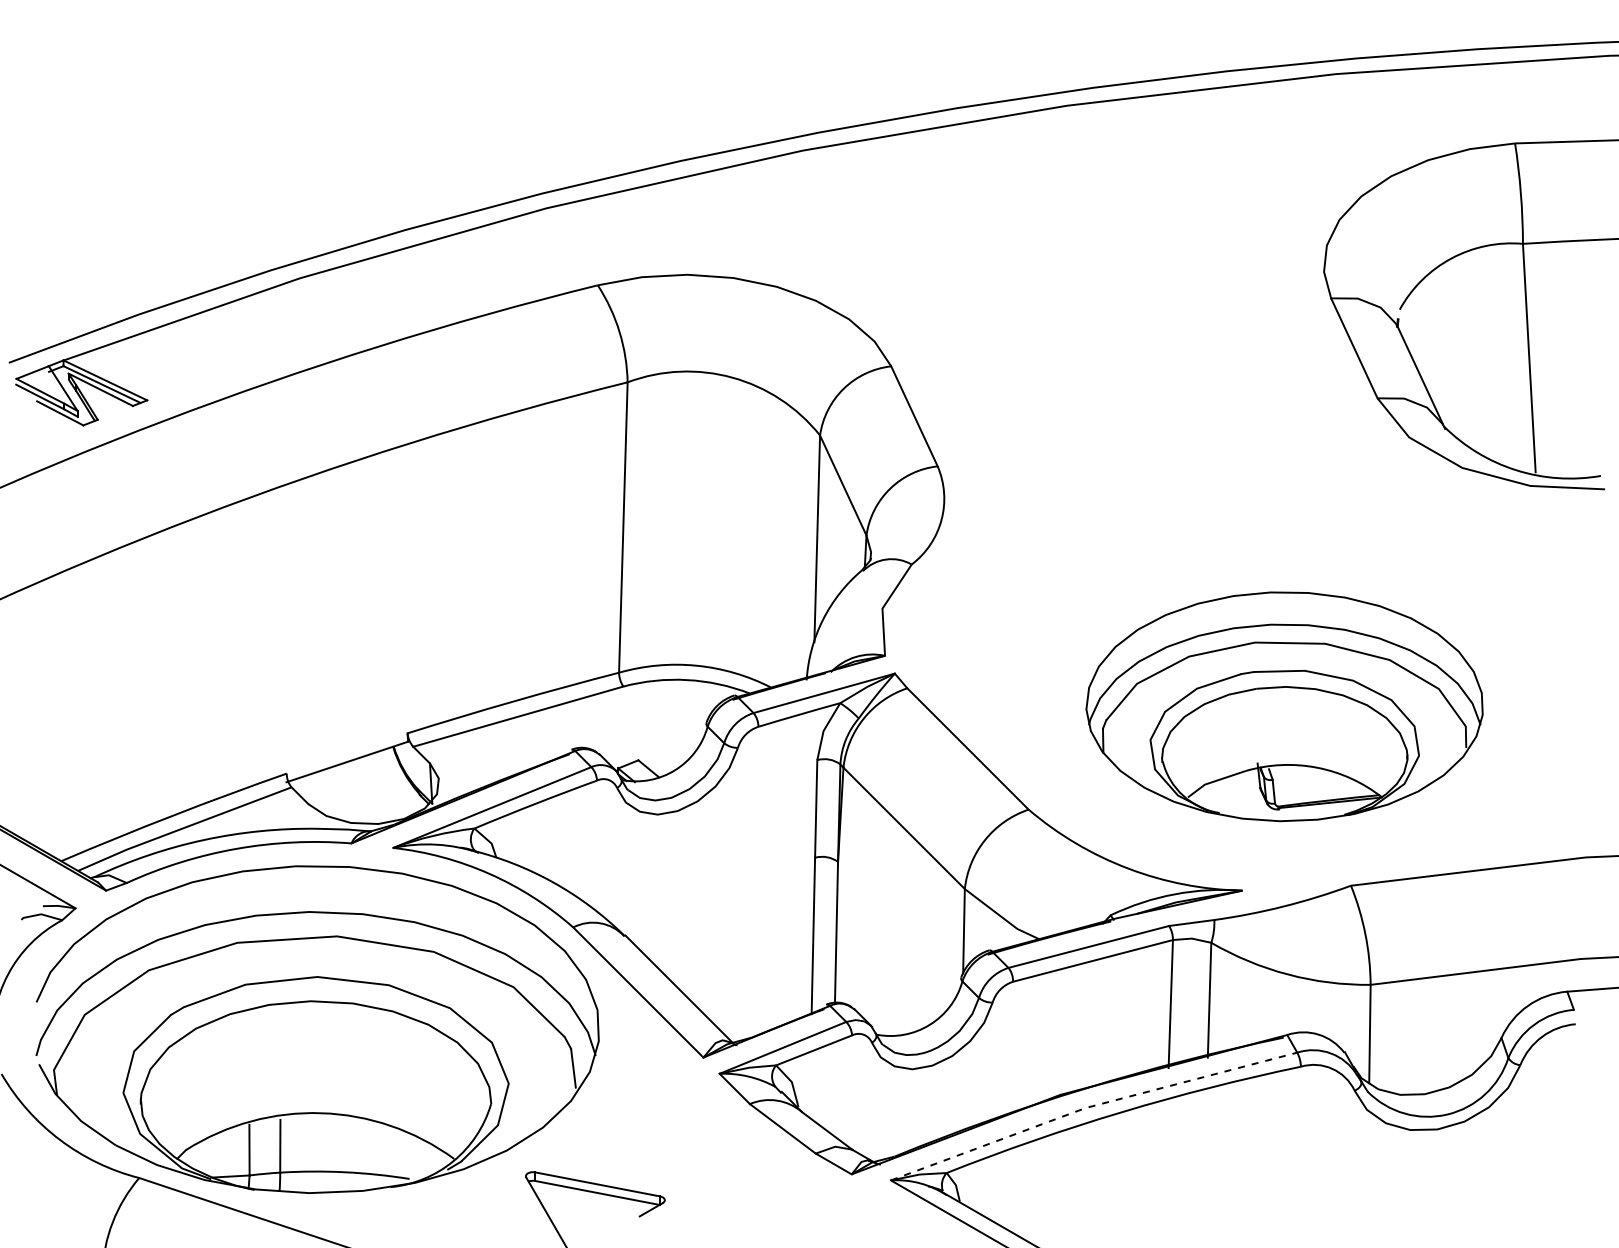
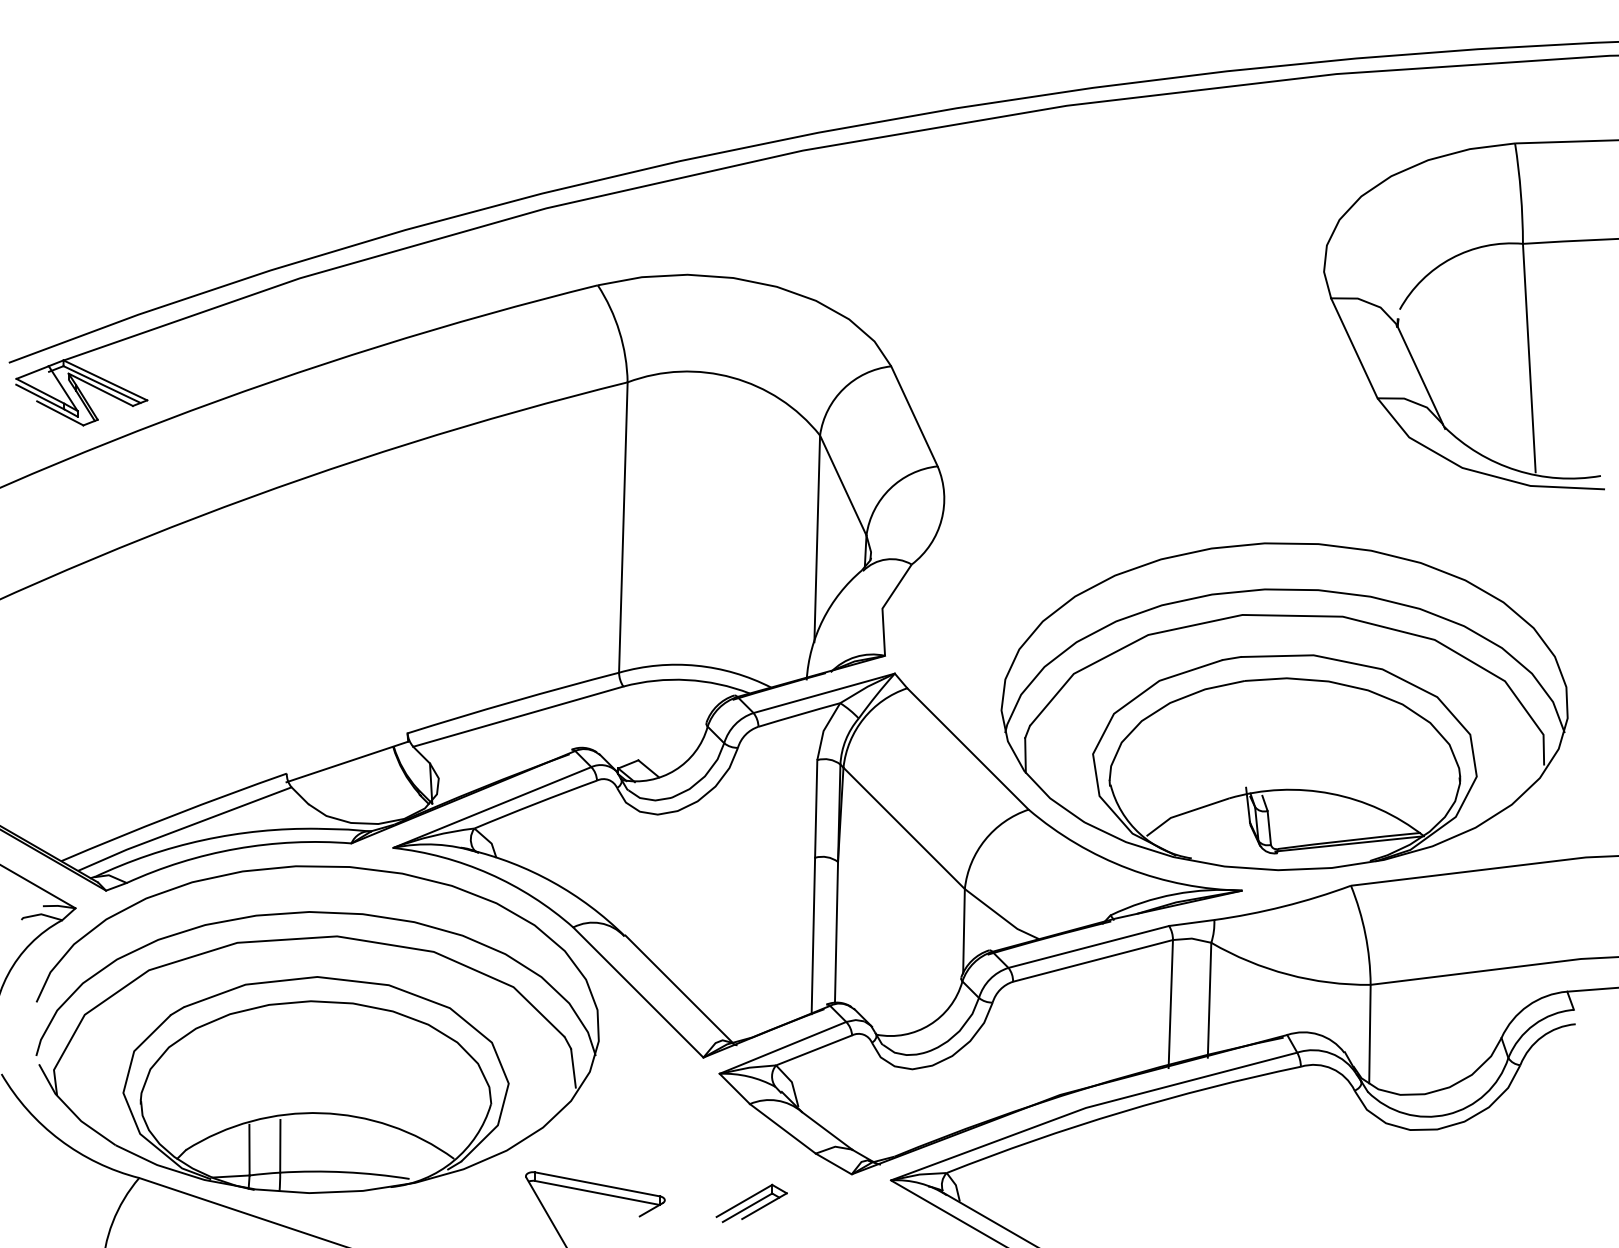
part at (1284, 706) size: 399x232 px -> 569x330 px
line at (1090, 1106): dashed -> solid
part at (751, 1203): none -> present
